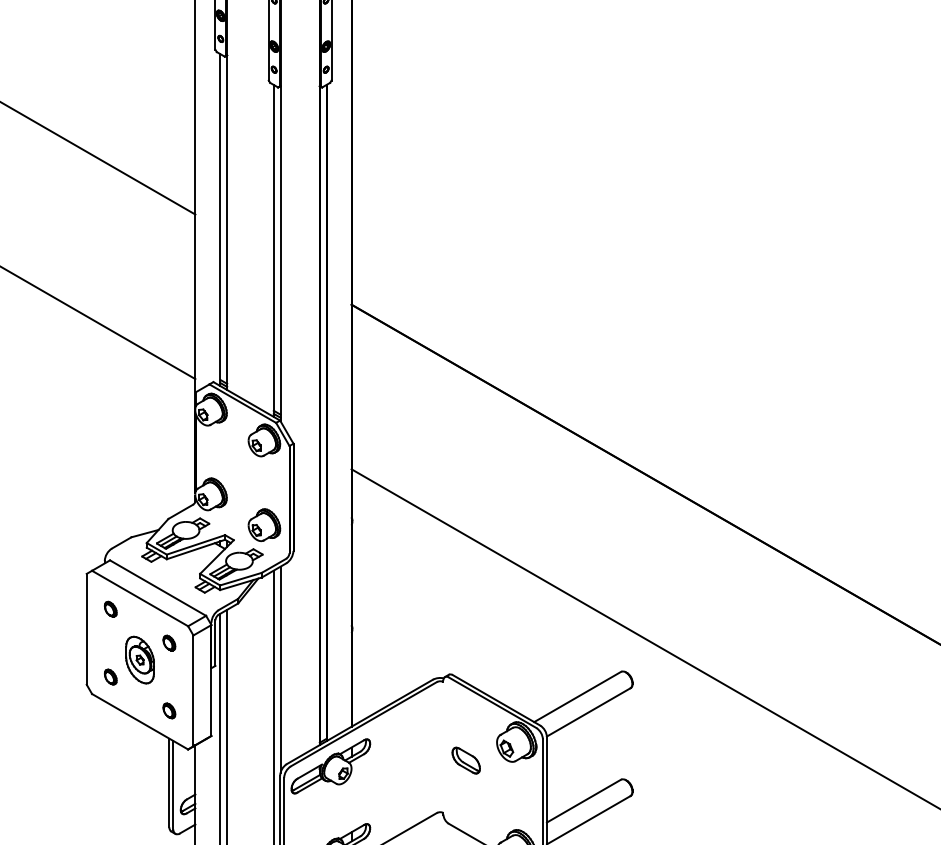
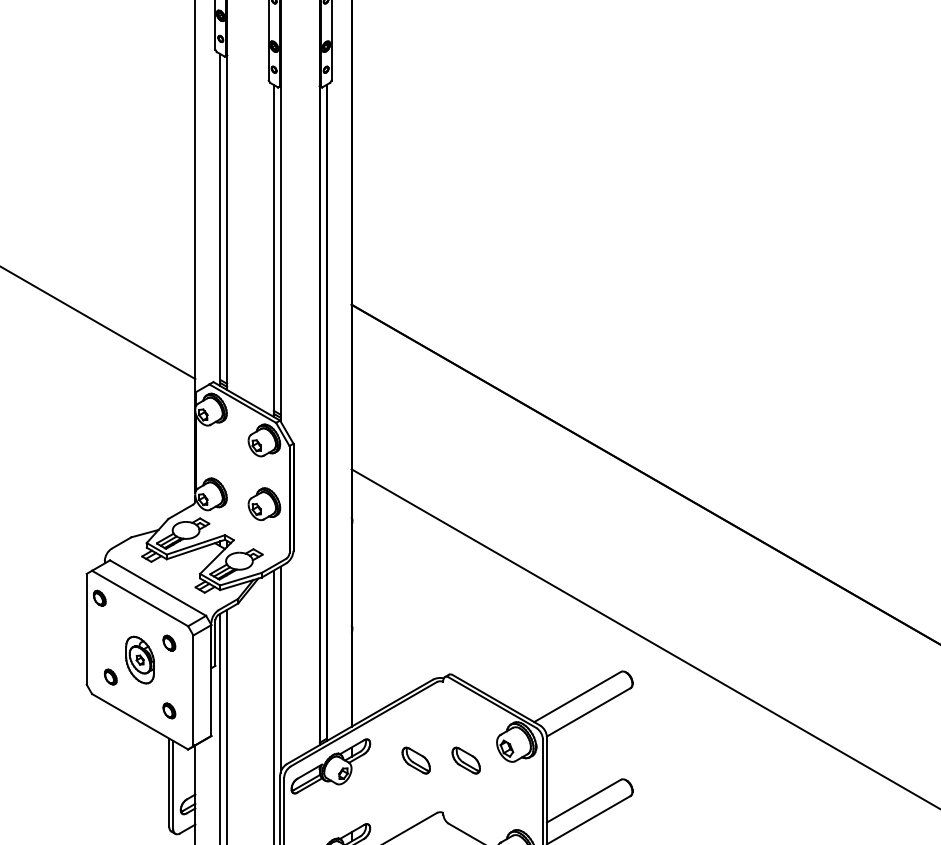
line at (98, 158): present -> none
part at (264, 525) position: (264, 525) -> (264, 504)
part at (110, 608) position: (110, 608) -> (99, 597)
part at (415, 760): none -> present
